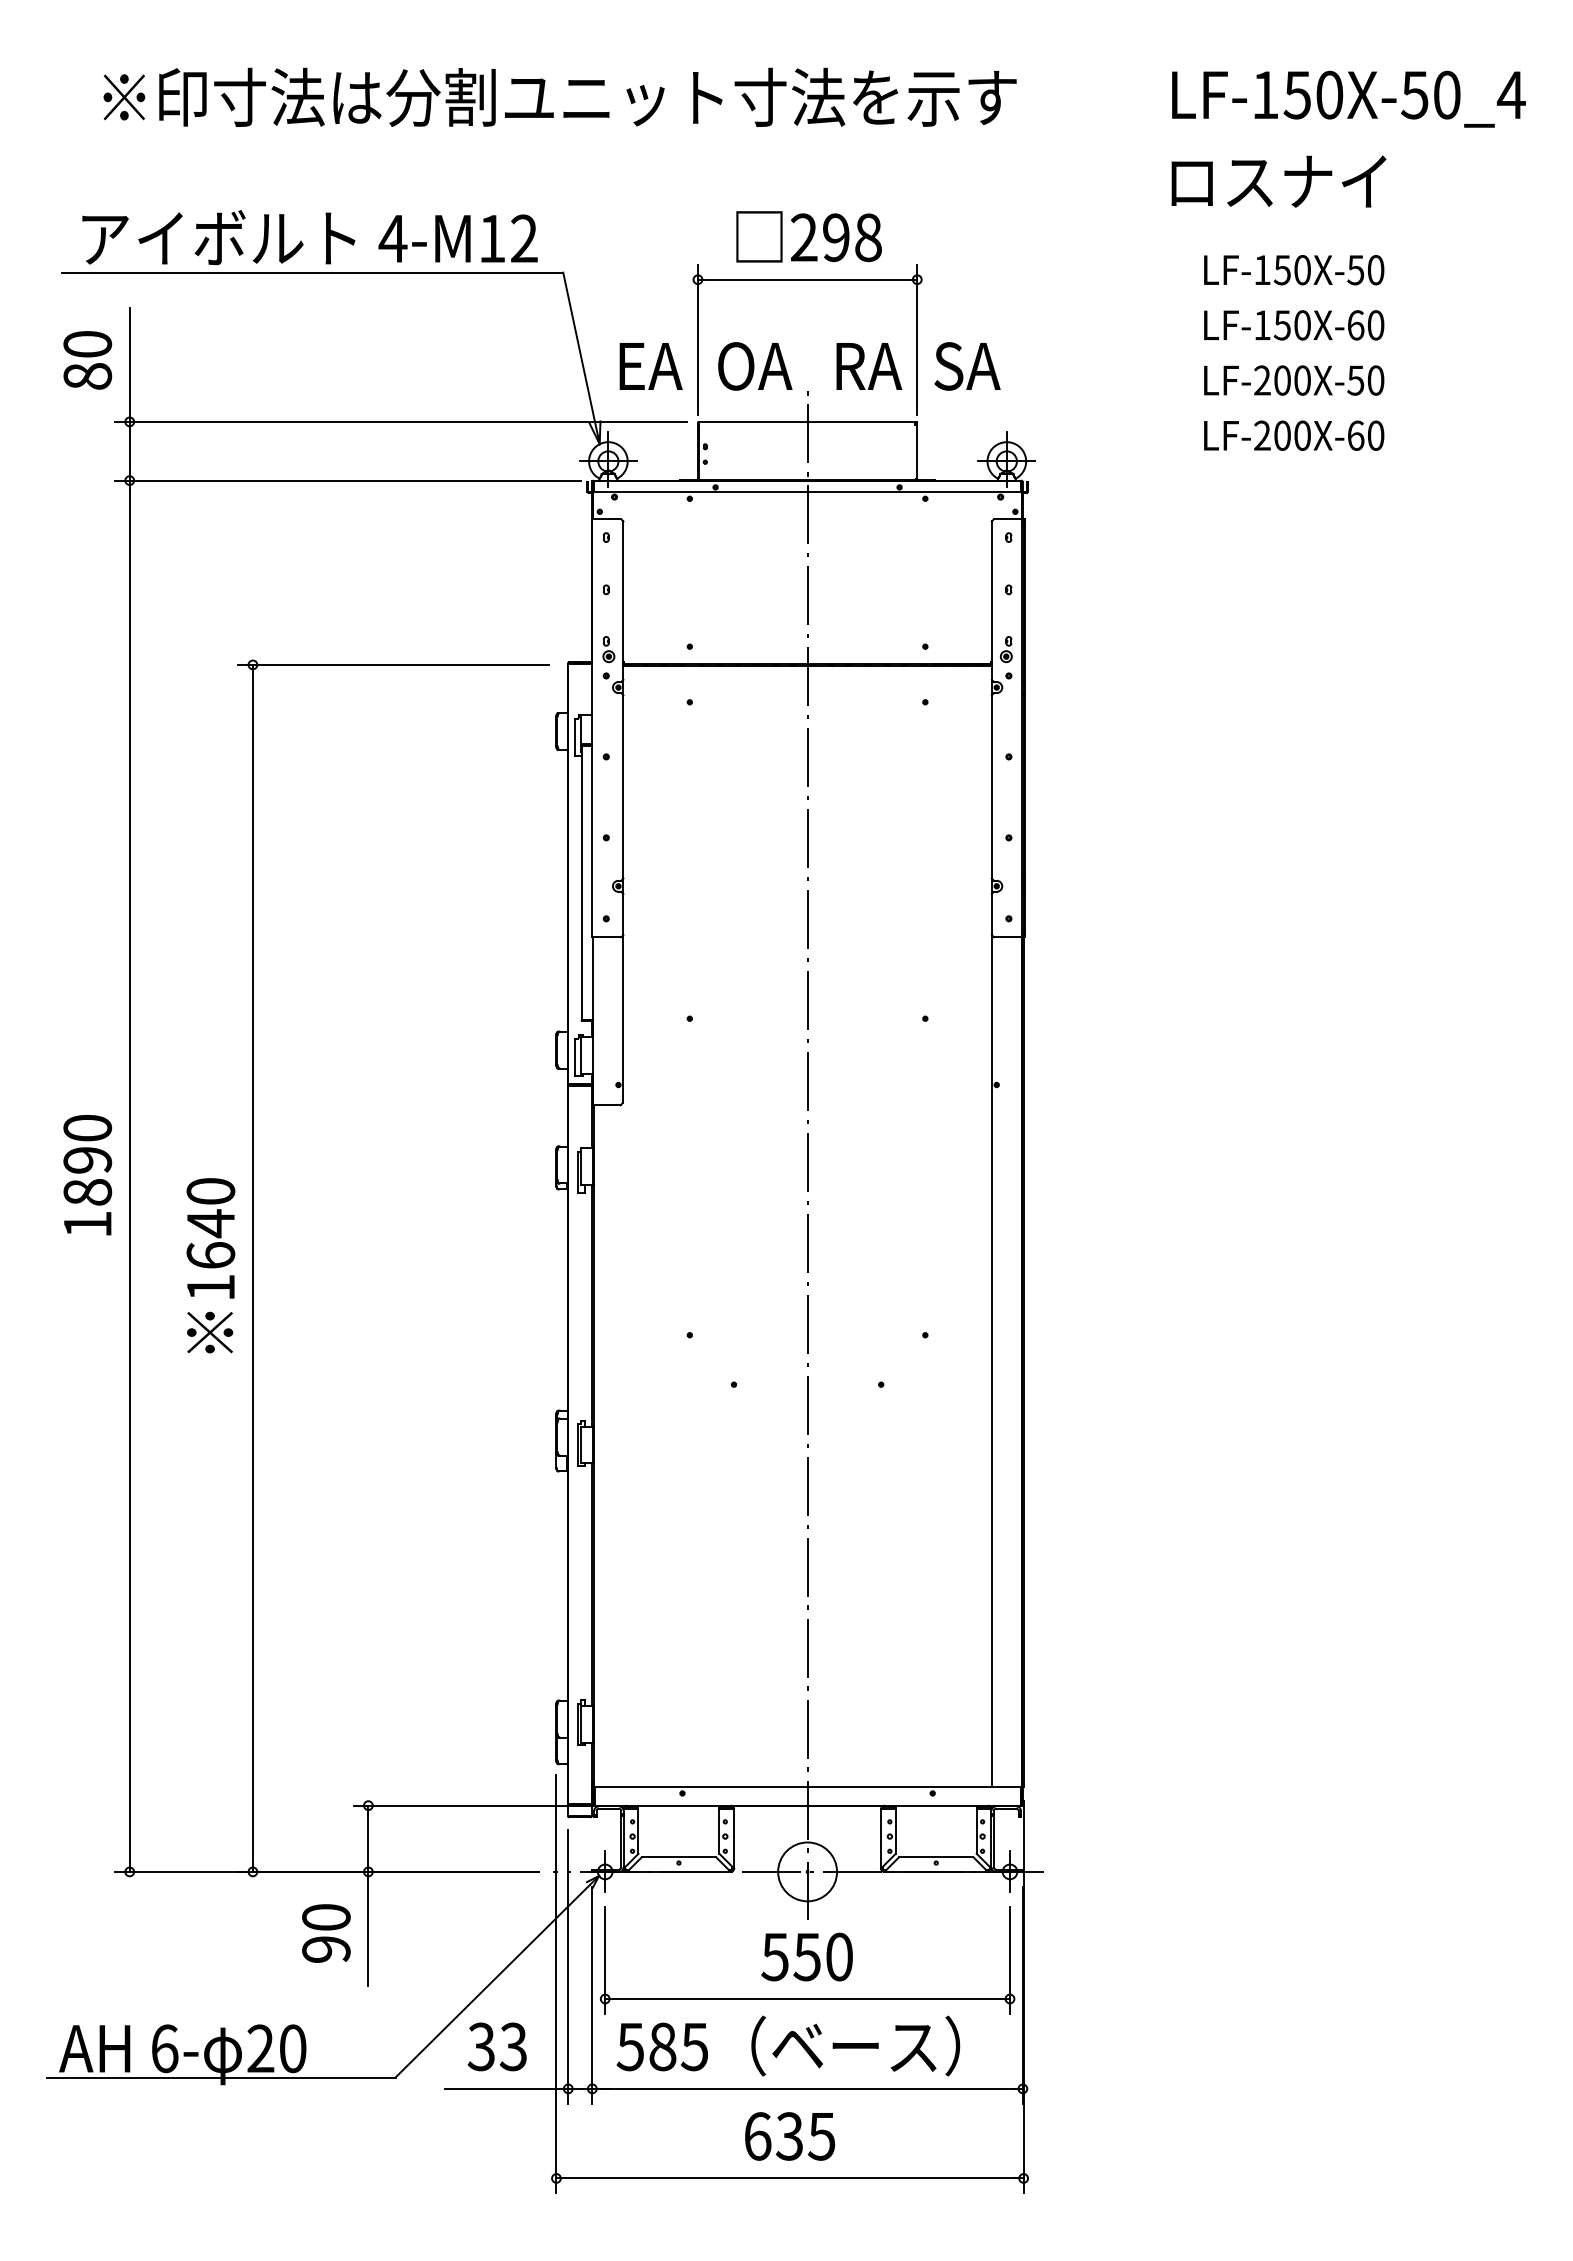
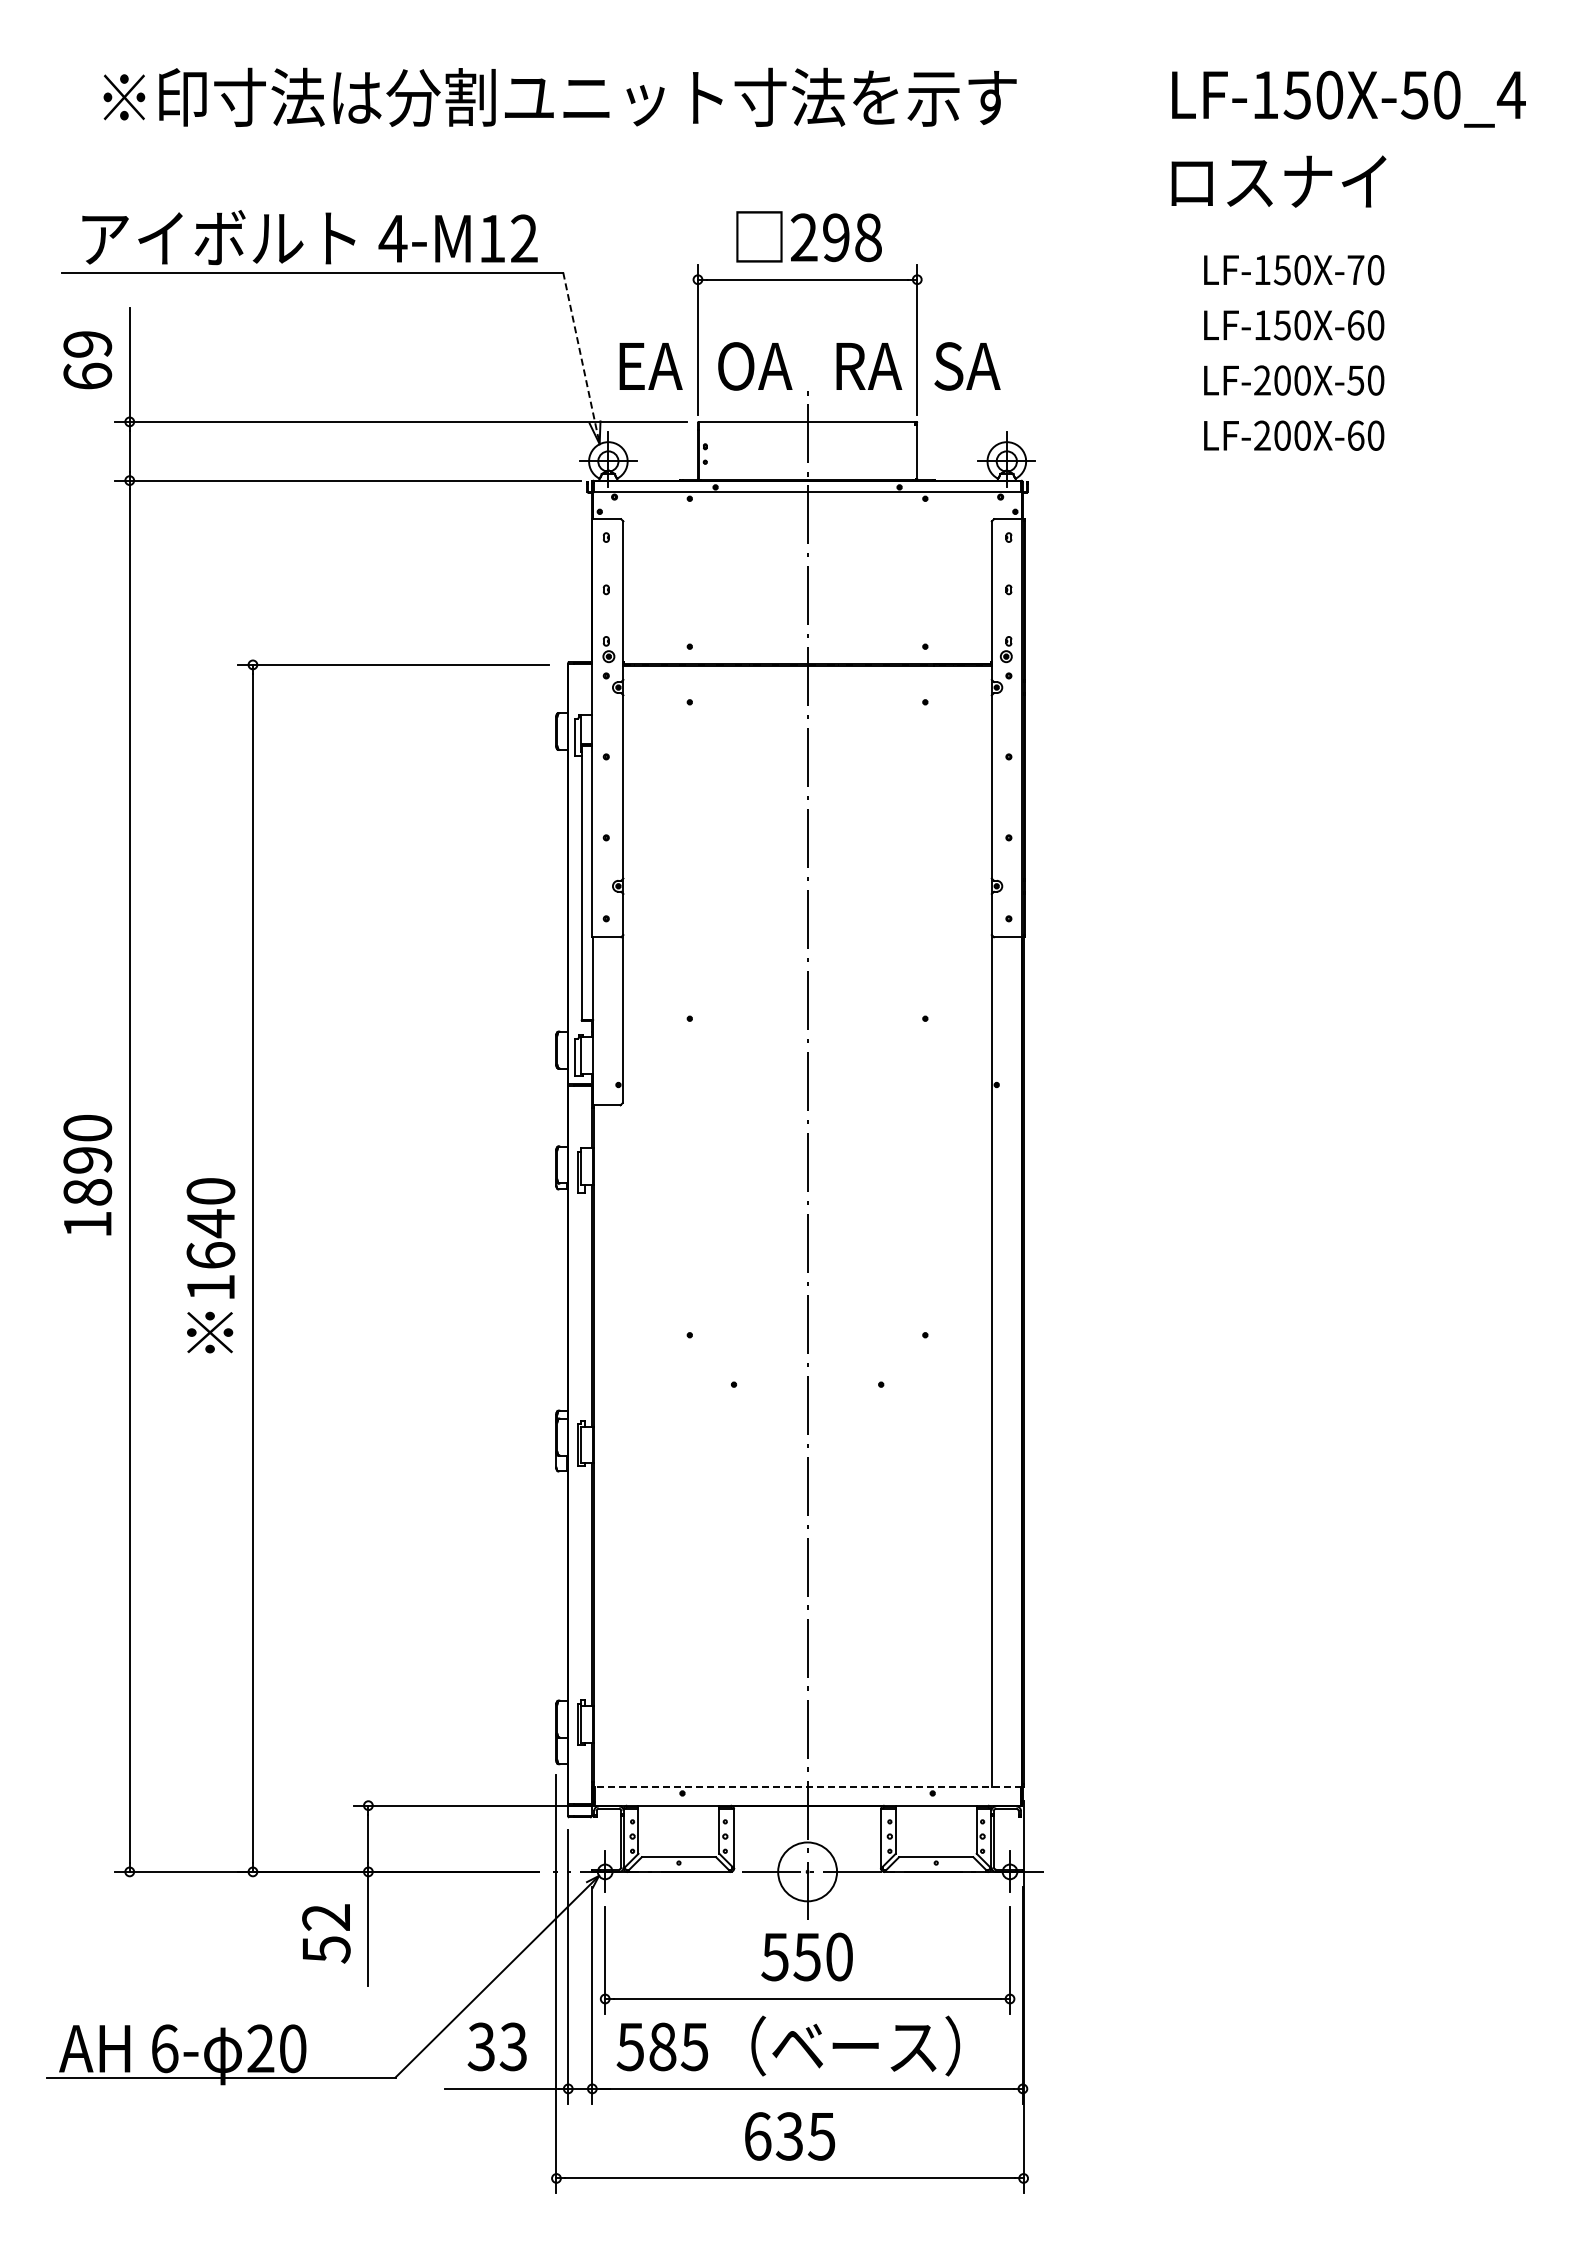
text at (1355, 270): LF-150X-50 -> LF-150X-70
line at (581, 358): solid -> dashed
text at (87, 360): 80 -> 69
line at (808, 1787): solid -> dashed
text at (326, 1933): 90 -> 52
